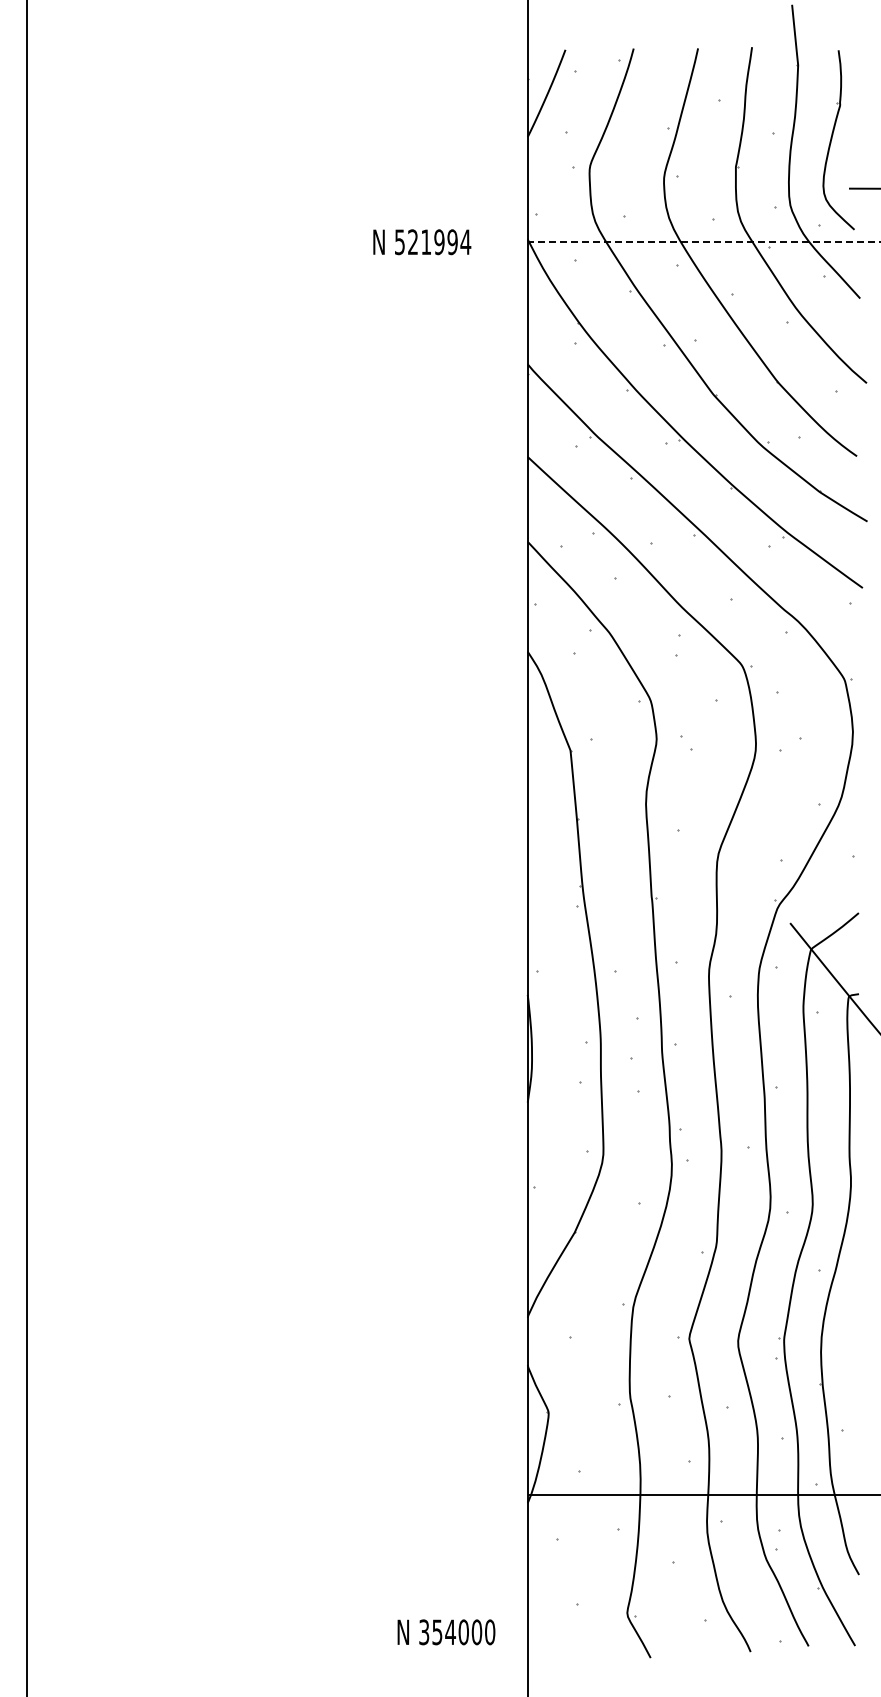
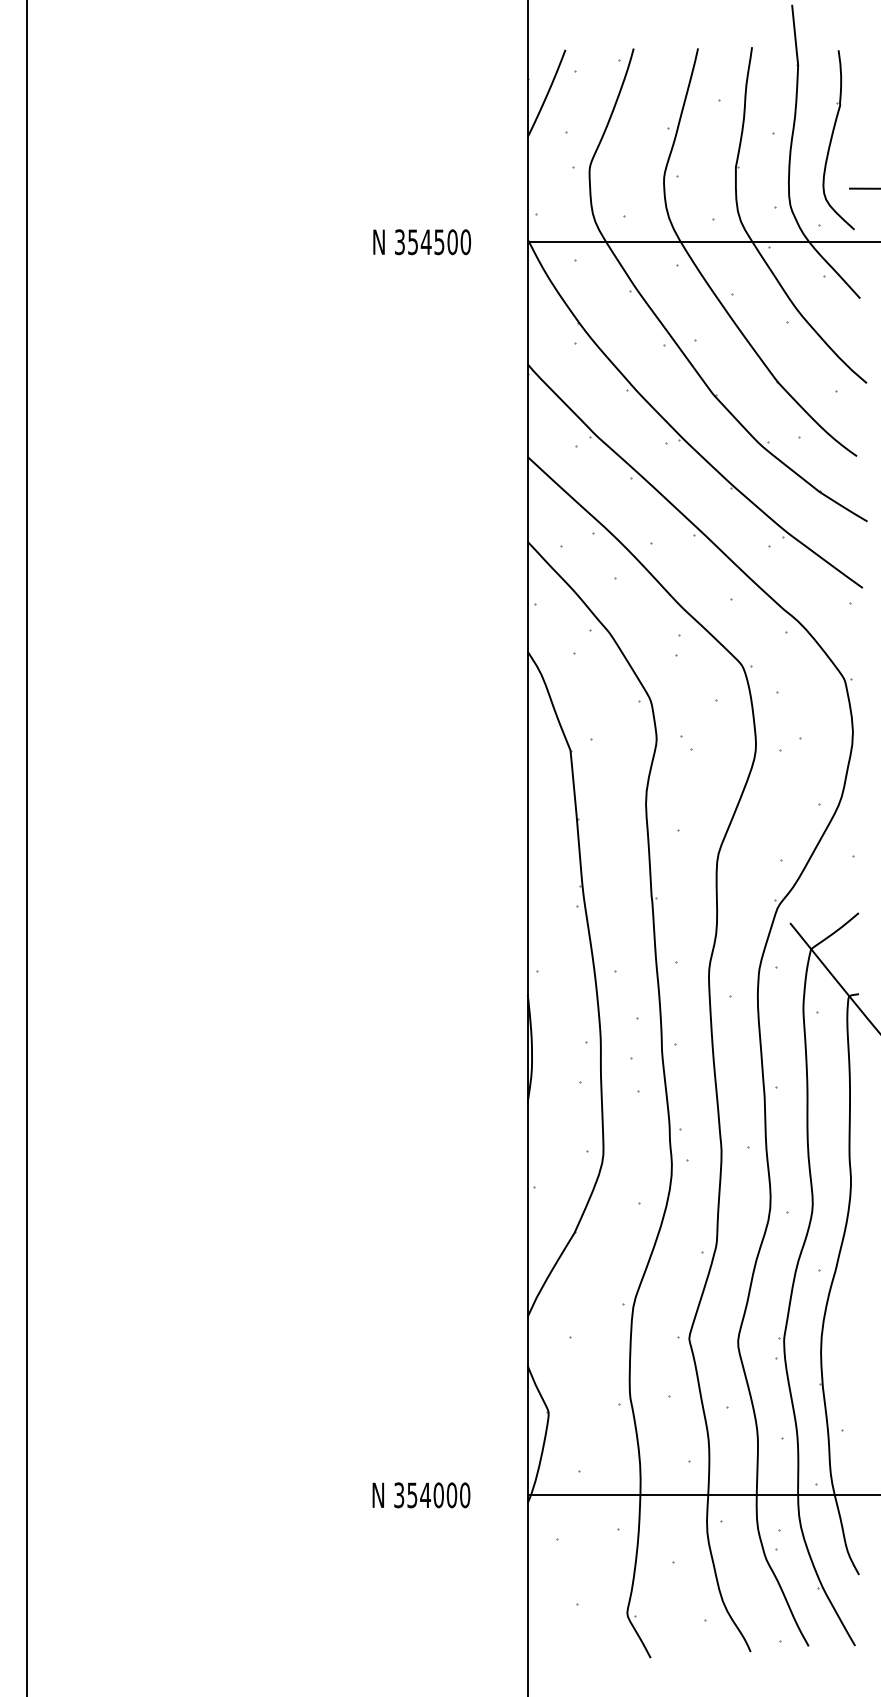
text at (433, 242): 521994 -> 354500
line at (704, 242): dashed -> solid
text at (446, 1632) position: (446, 1632) -> (421, 1495)
